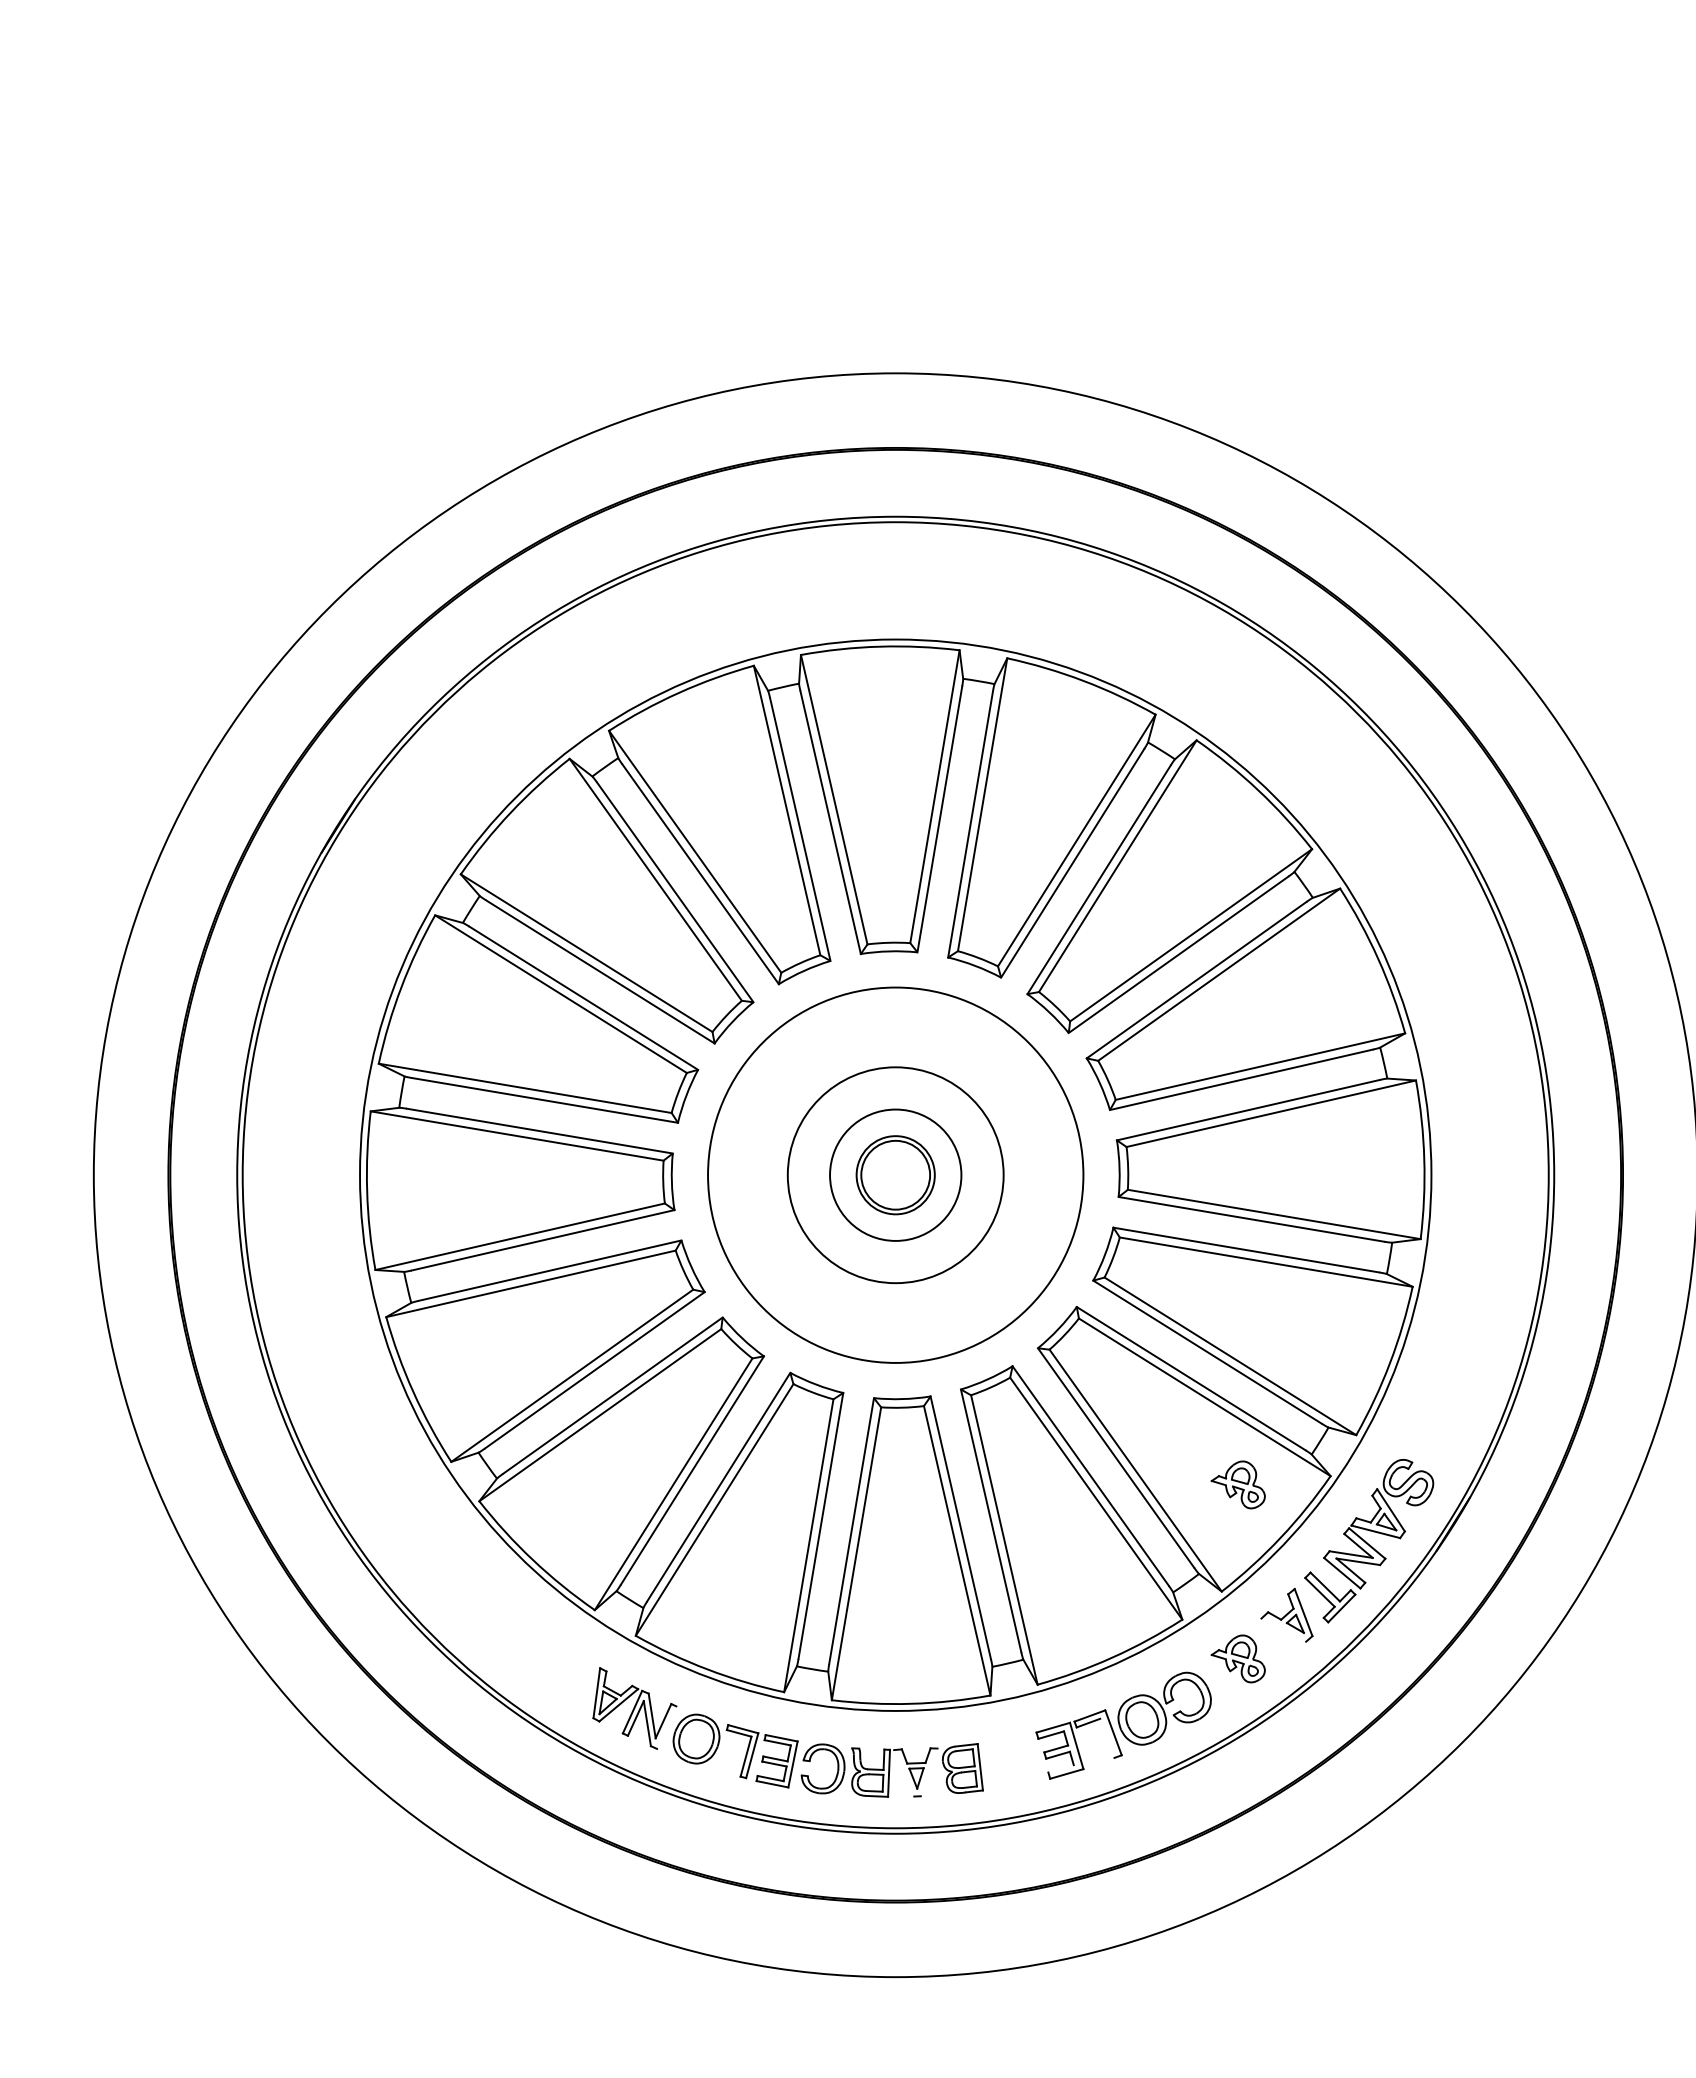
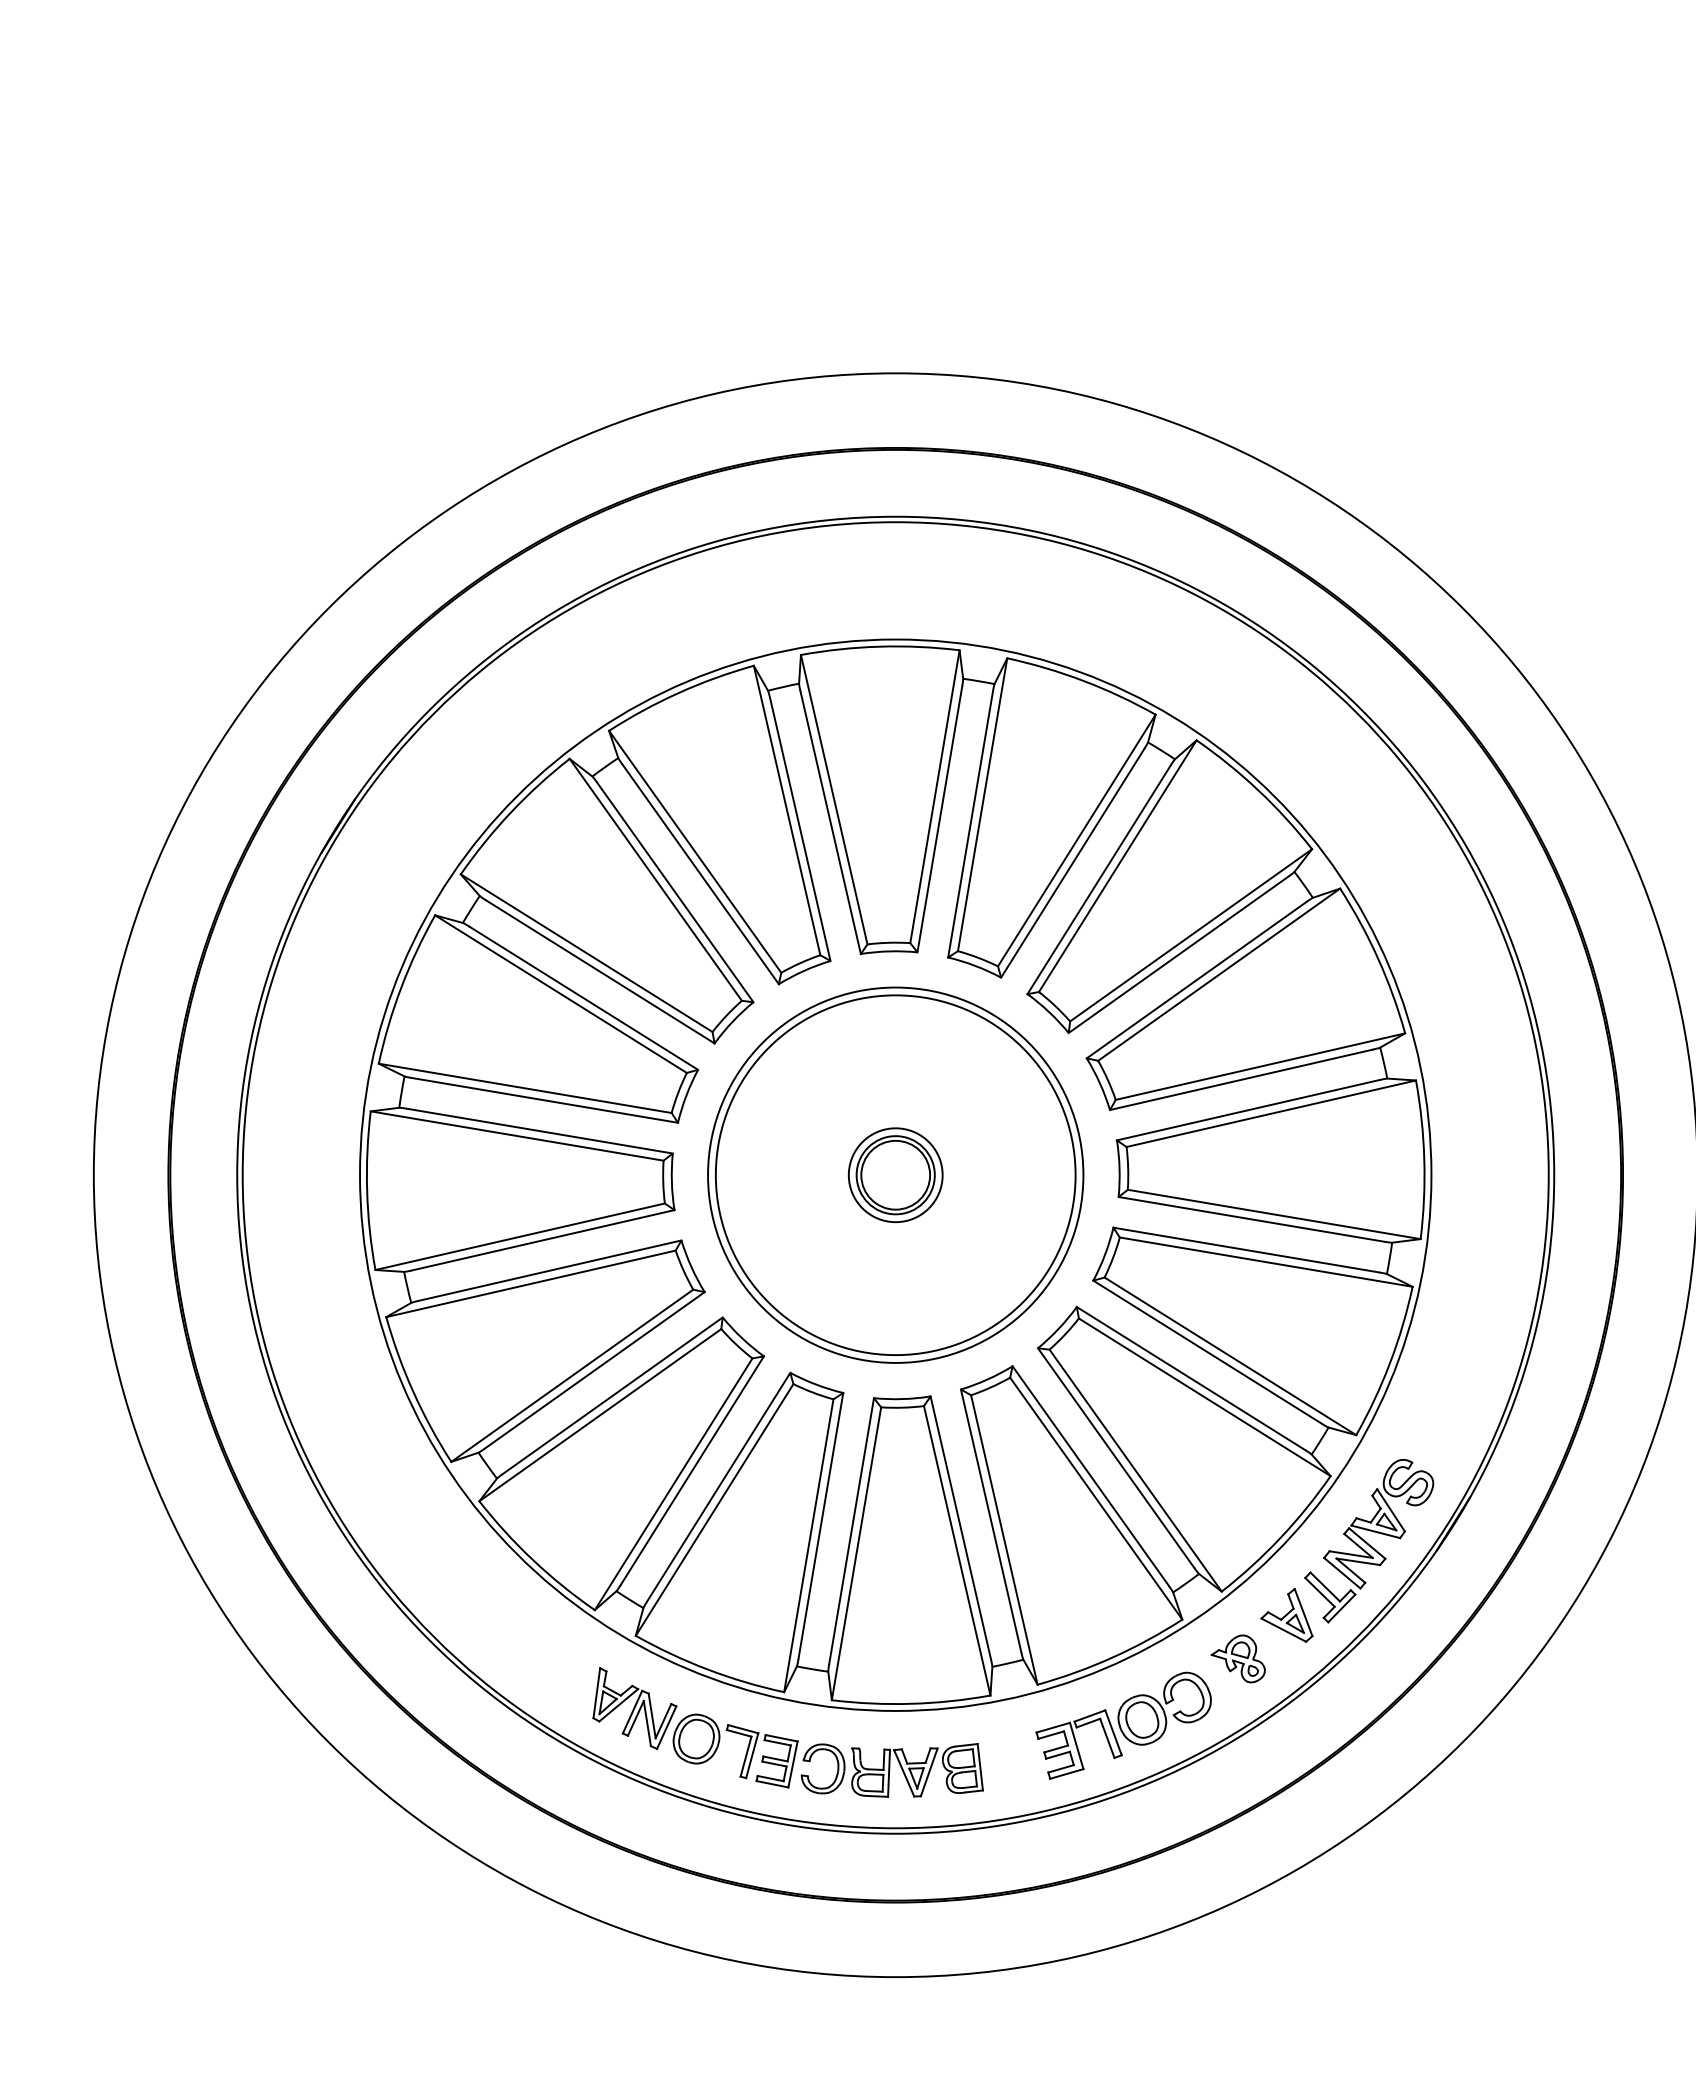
circle at (895, 1174) diameter: 131 px -> 94 px
circle at (895, 1175) diameter: 216 px -> 360 px
part at (1237, 1484): present -> none
line at (1283, 1629): none -> present
line at (666, 1727): none -> present
line at (1107, 1737): none -> present
line at (1060, 1768): none -> present
line at (928, 1772): none -> present
line at (904, 1773): none -> present
